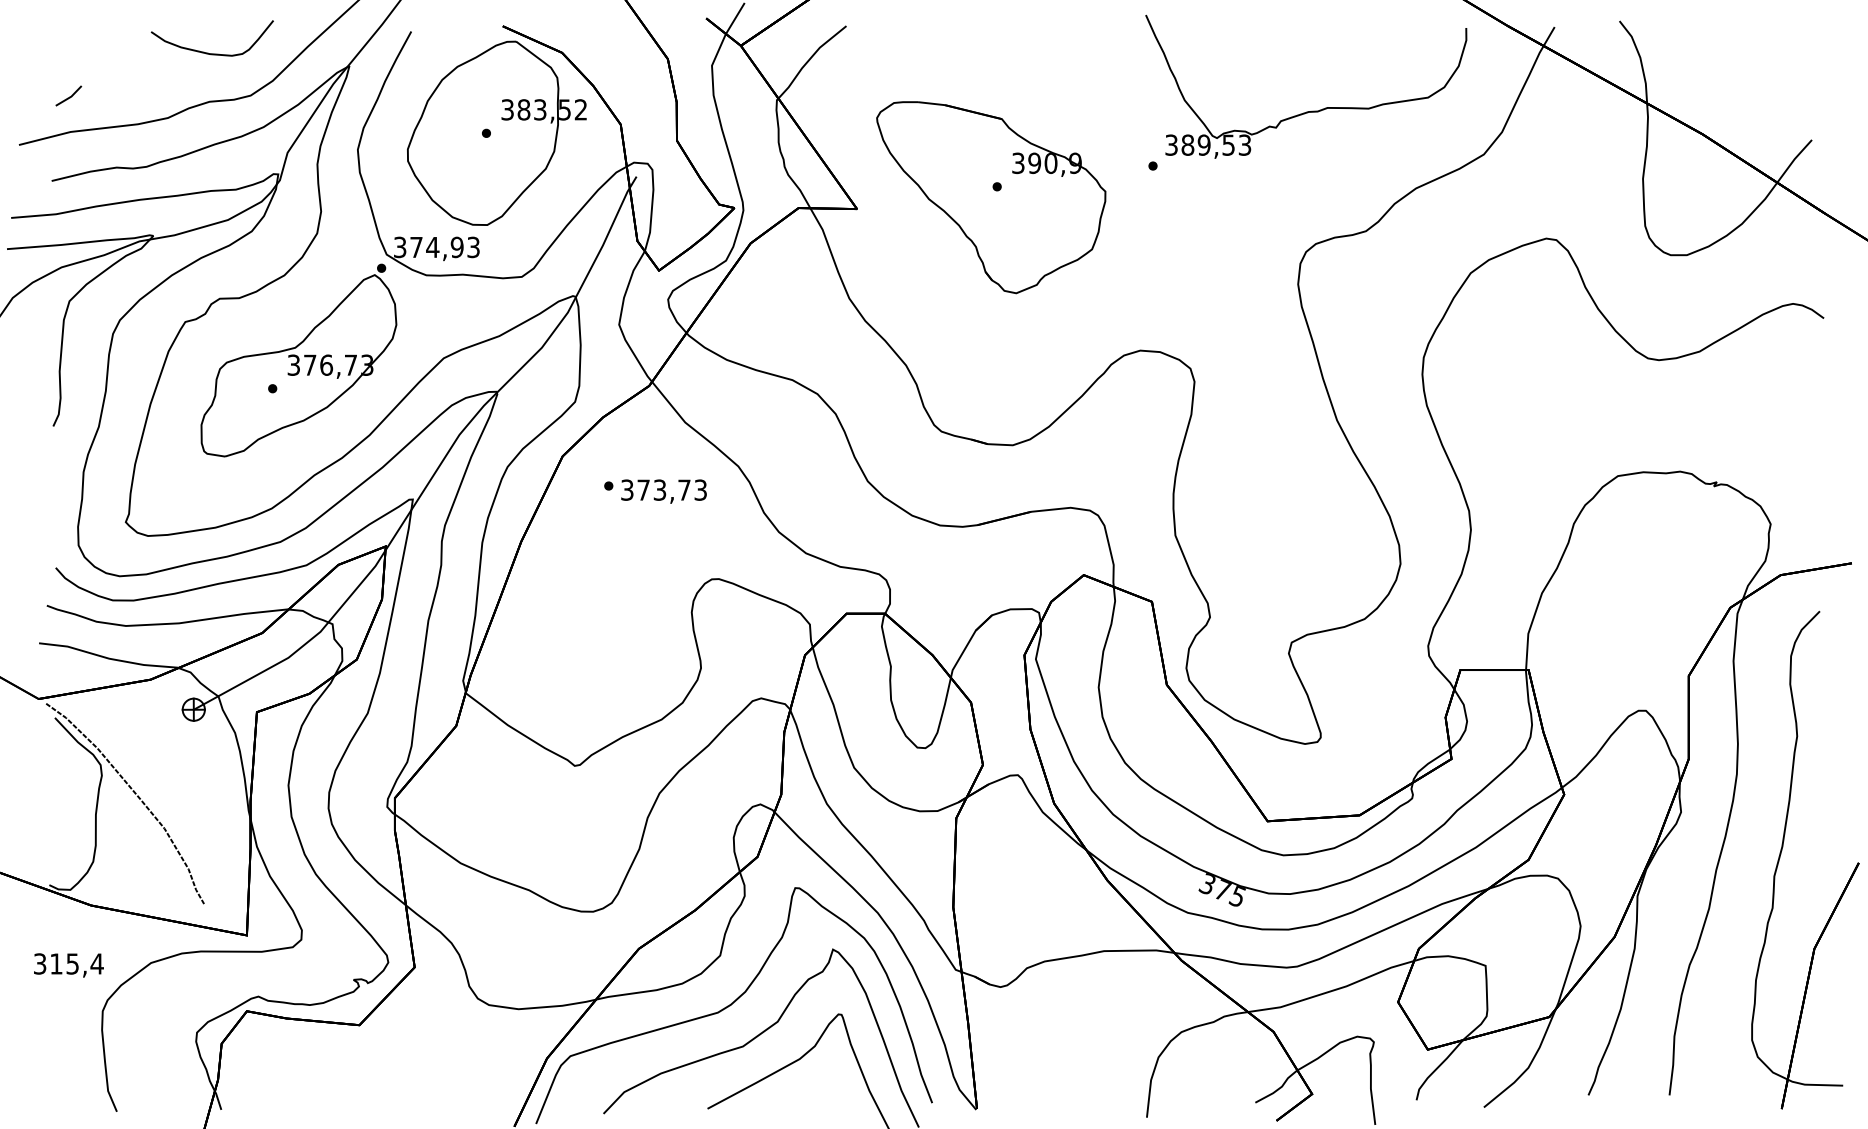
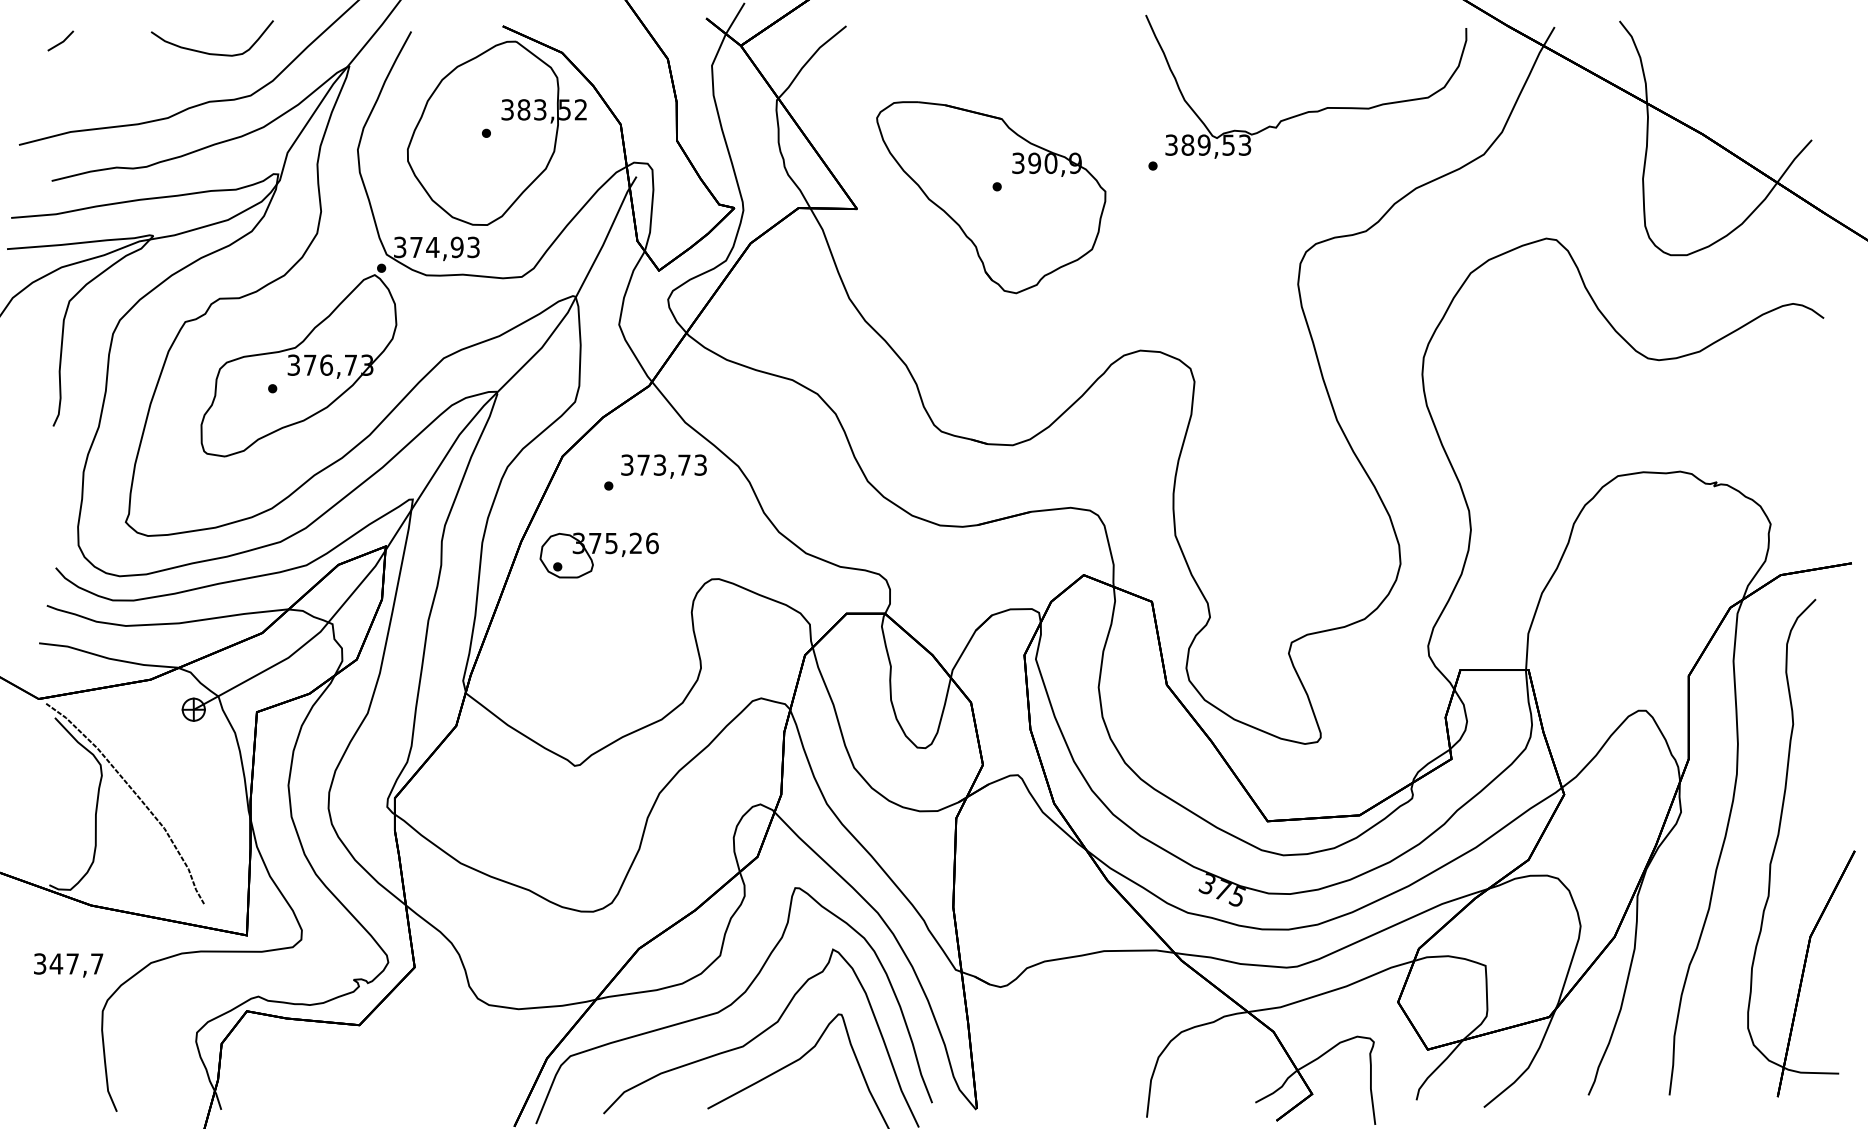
line at (69, 96) position: (69, 96) -> (61, 41)
text at (663, 491) position: (663, 491) -> (663, 466)
part at (598, 555): none -> present
part at (1781, 854) position: (1781, 854) -> (1777, 842)
text at (76, 963): 315,4 -> 347,7
